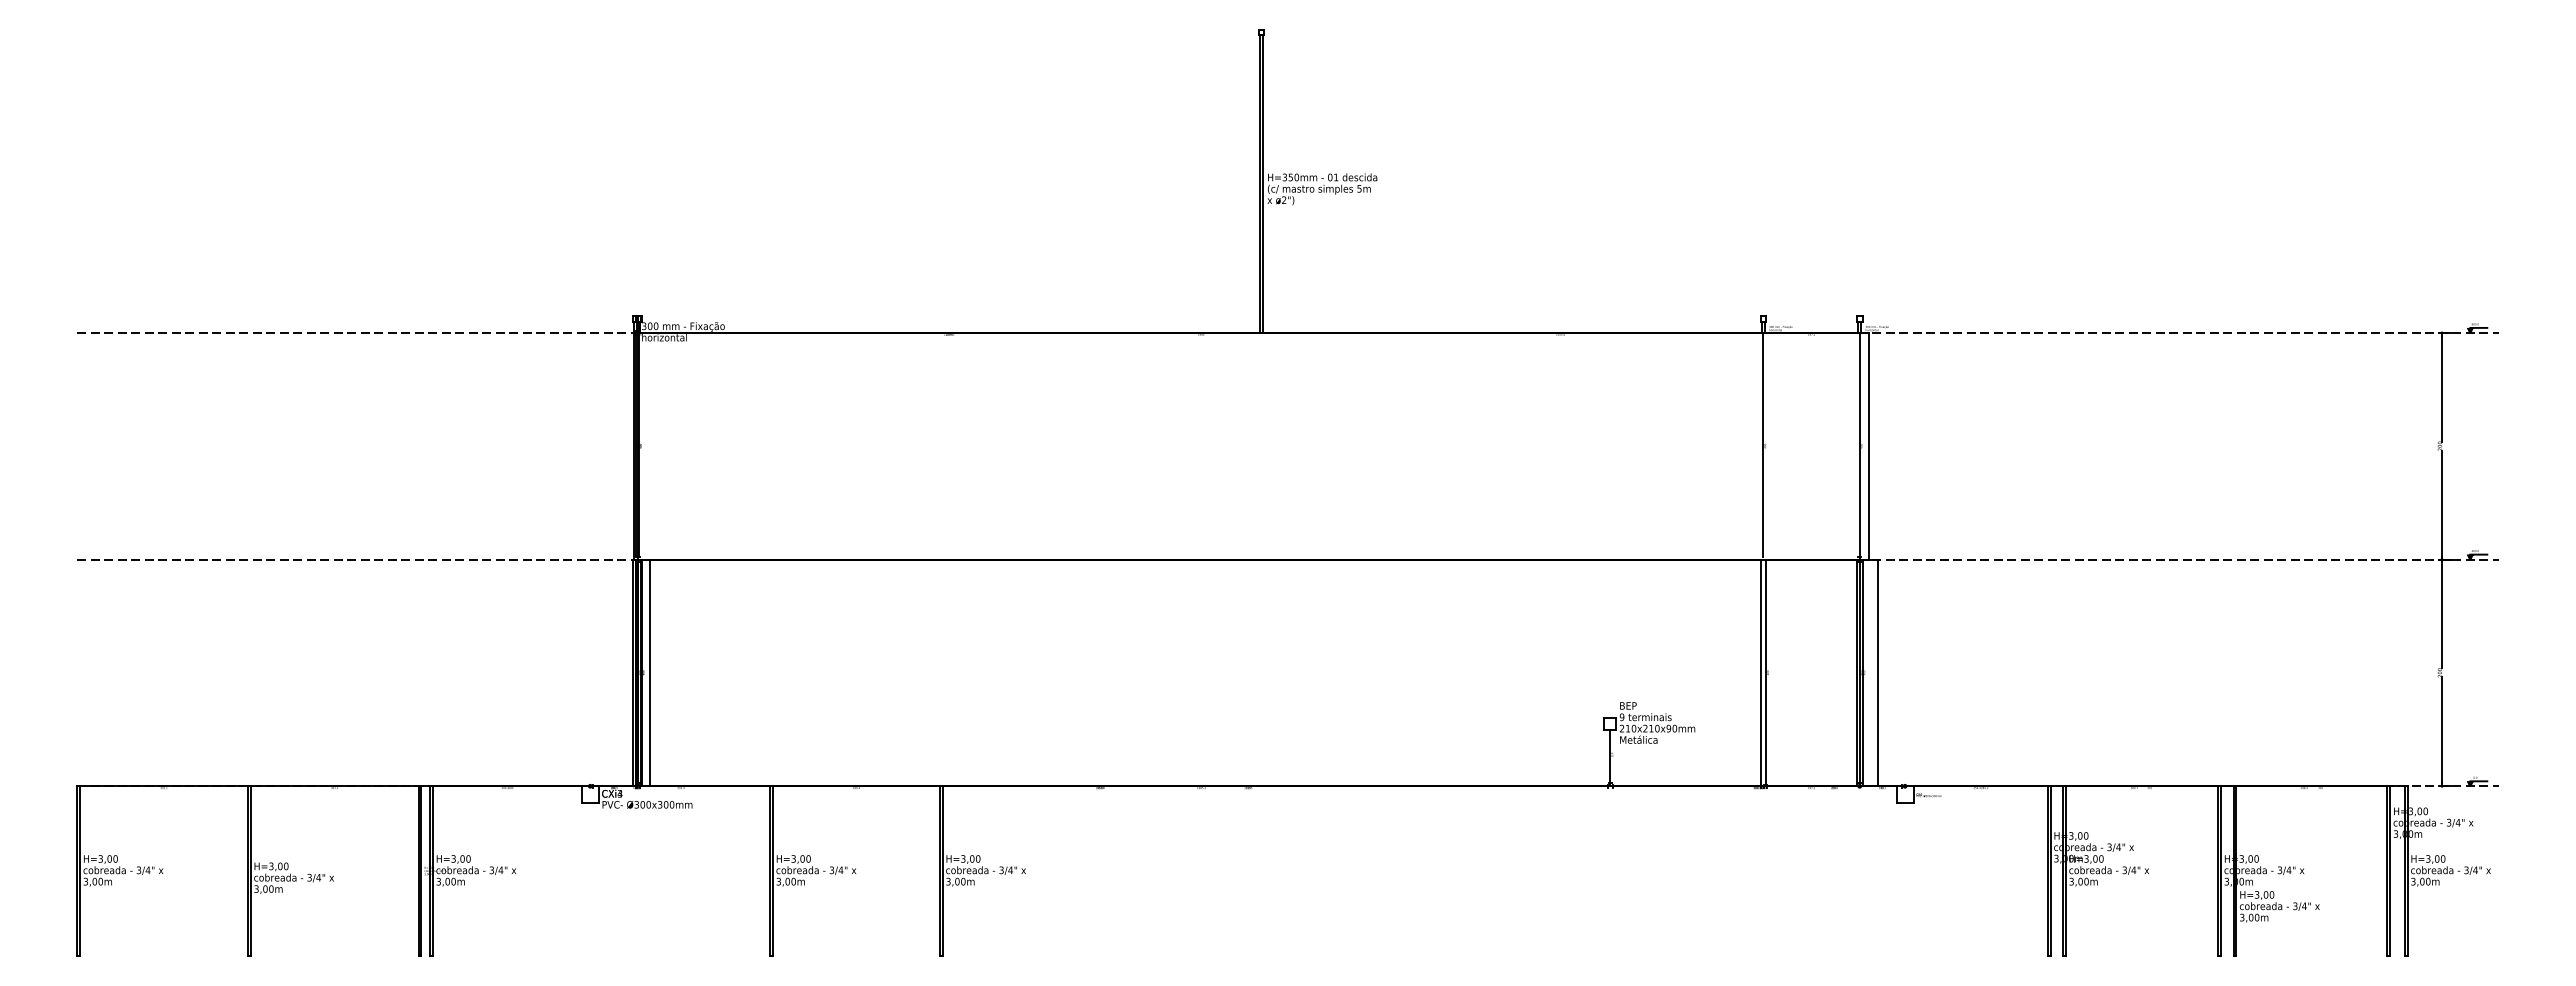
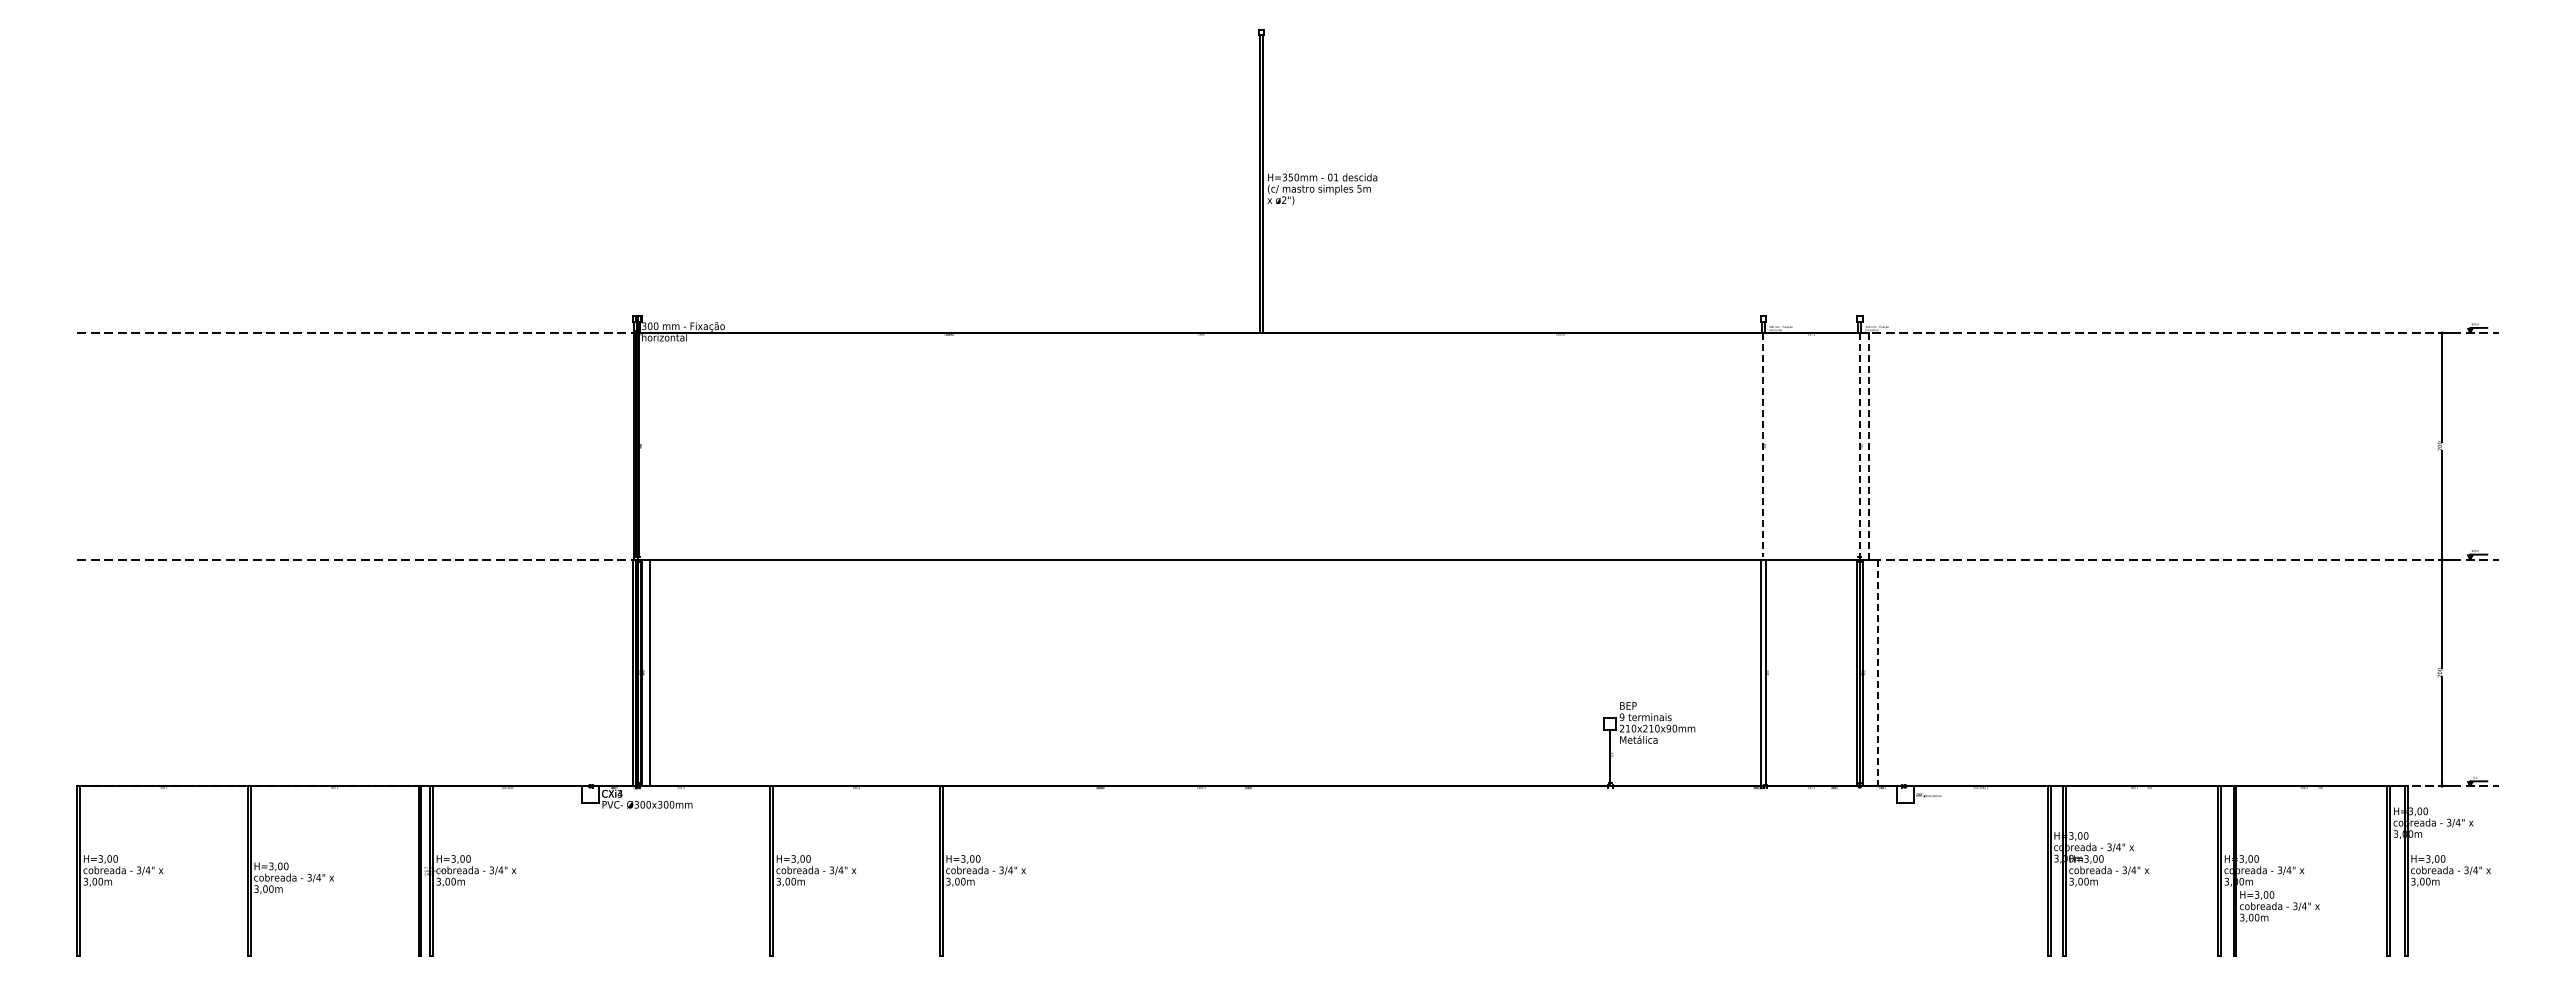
line at (1763, 444): solid -> dashed
line at (1859, 444): solid -> dashed
line at (1868, 446): solid -> dashed
line at (1877, 673): solid -> dashed
